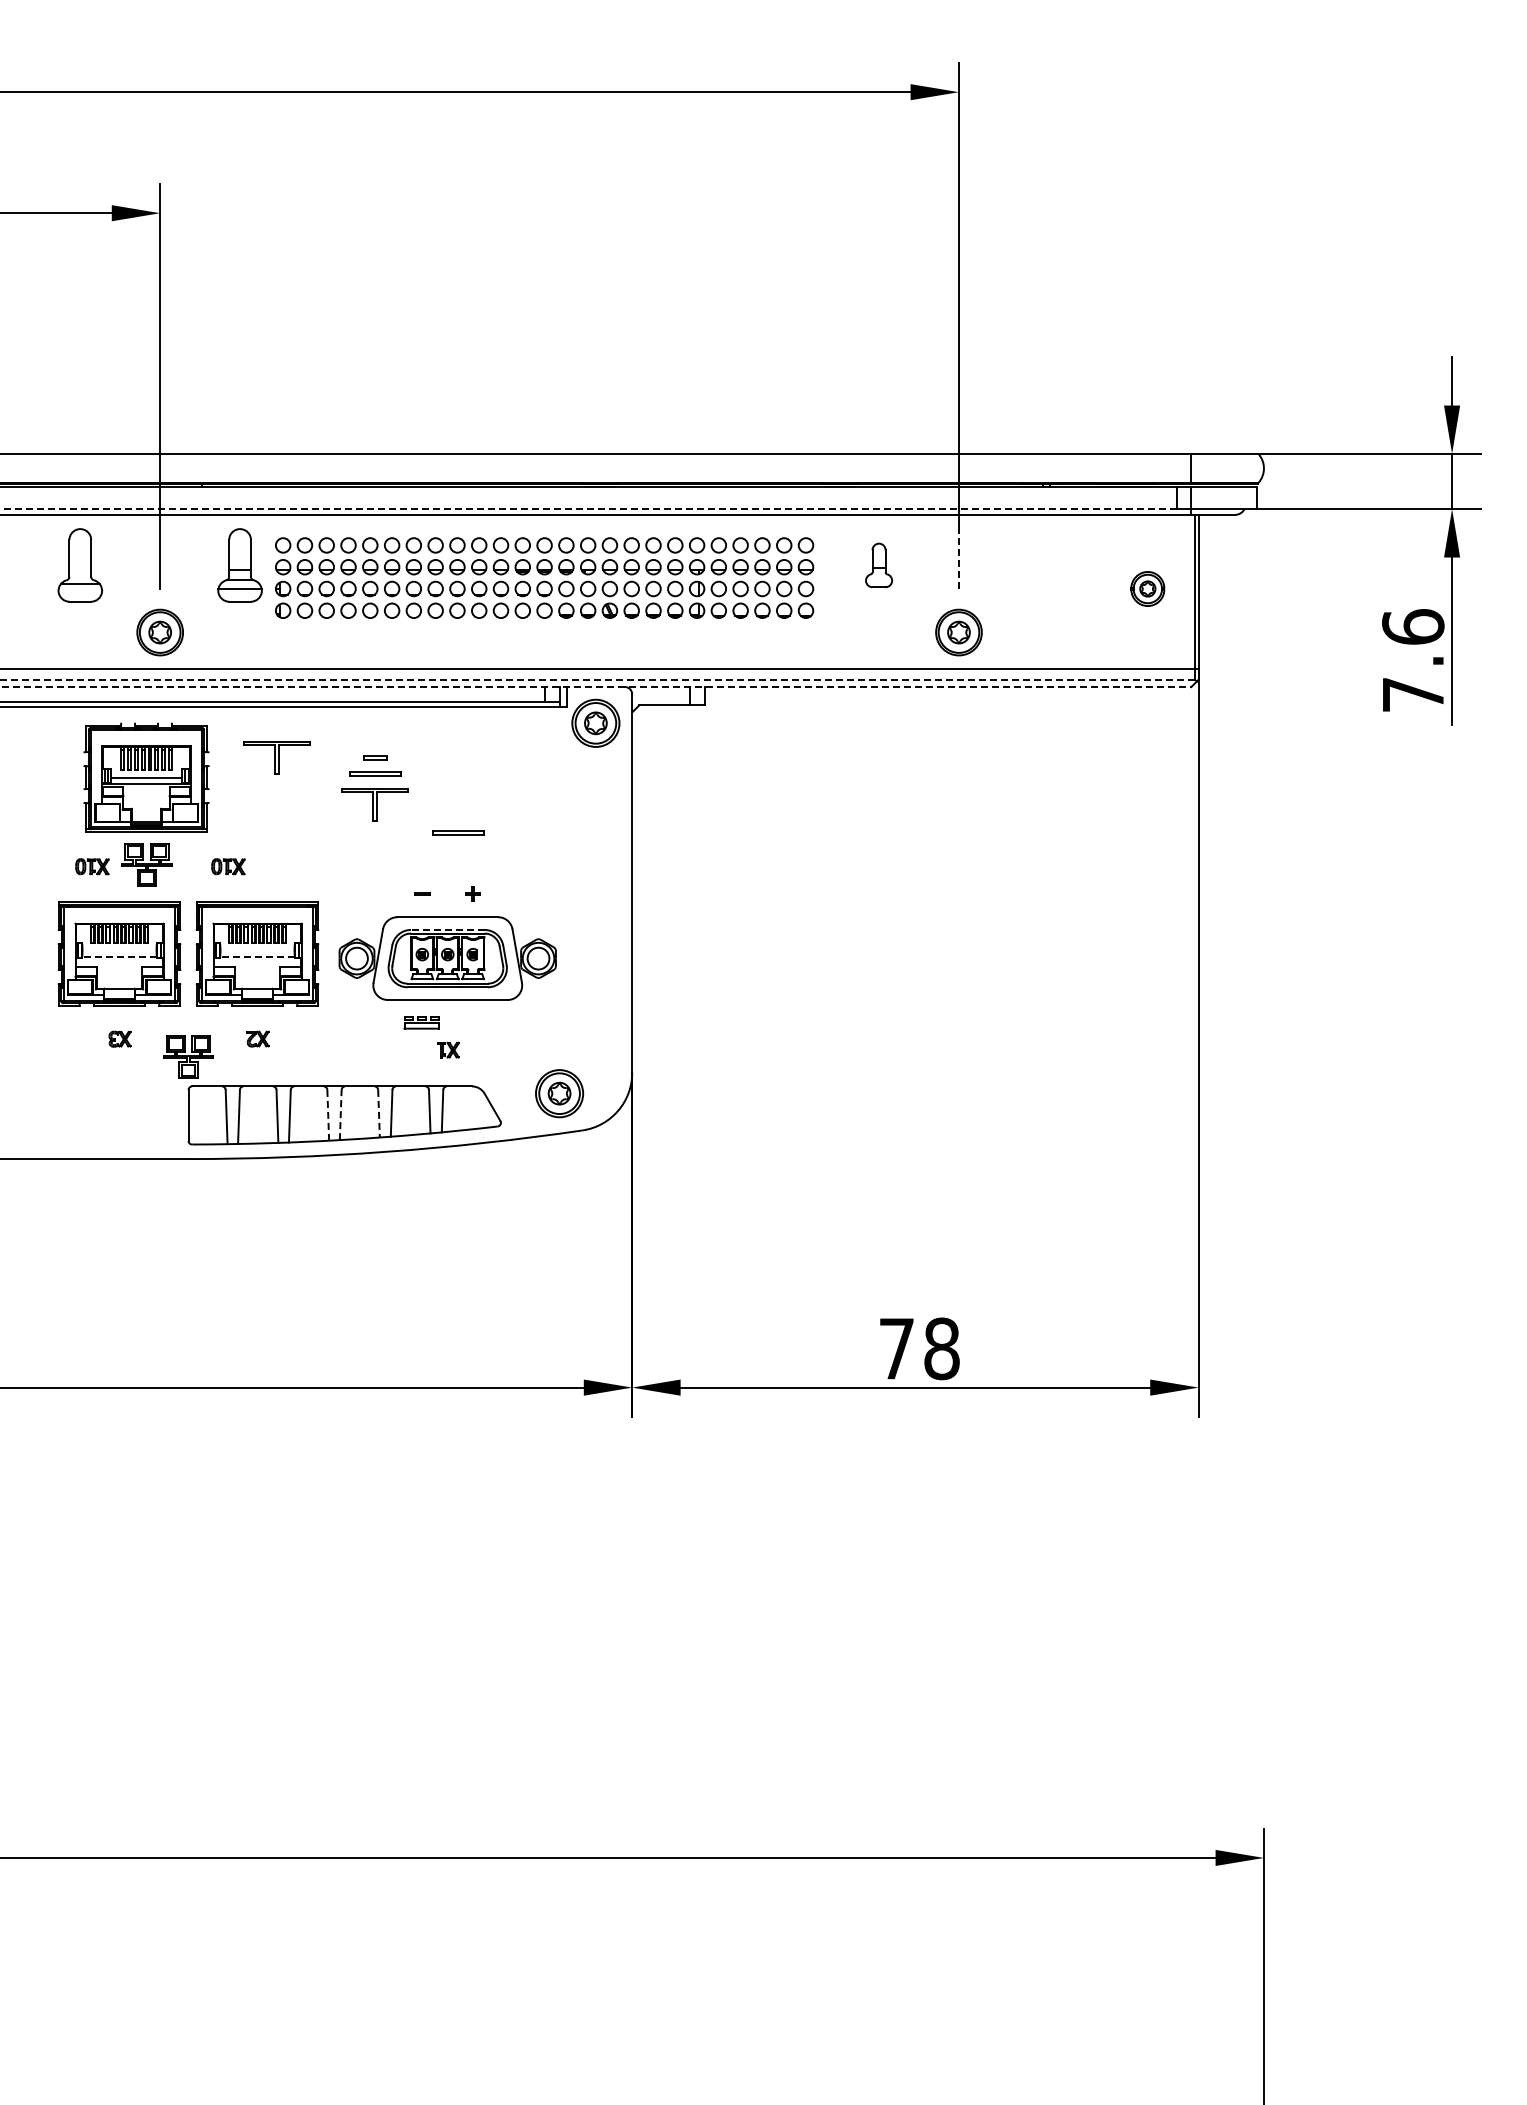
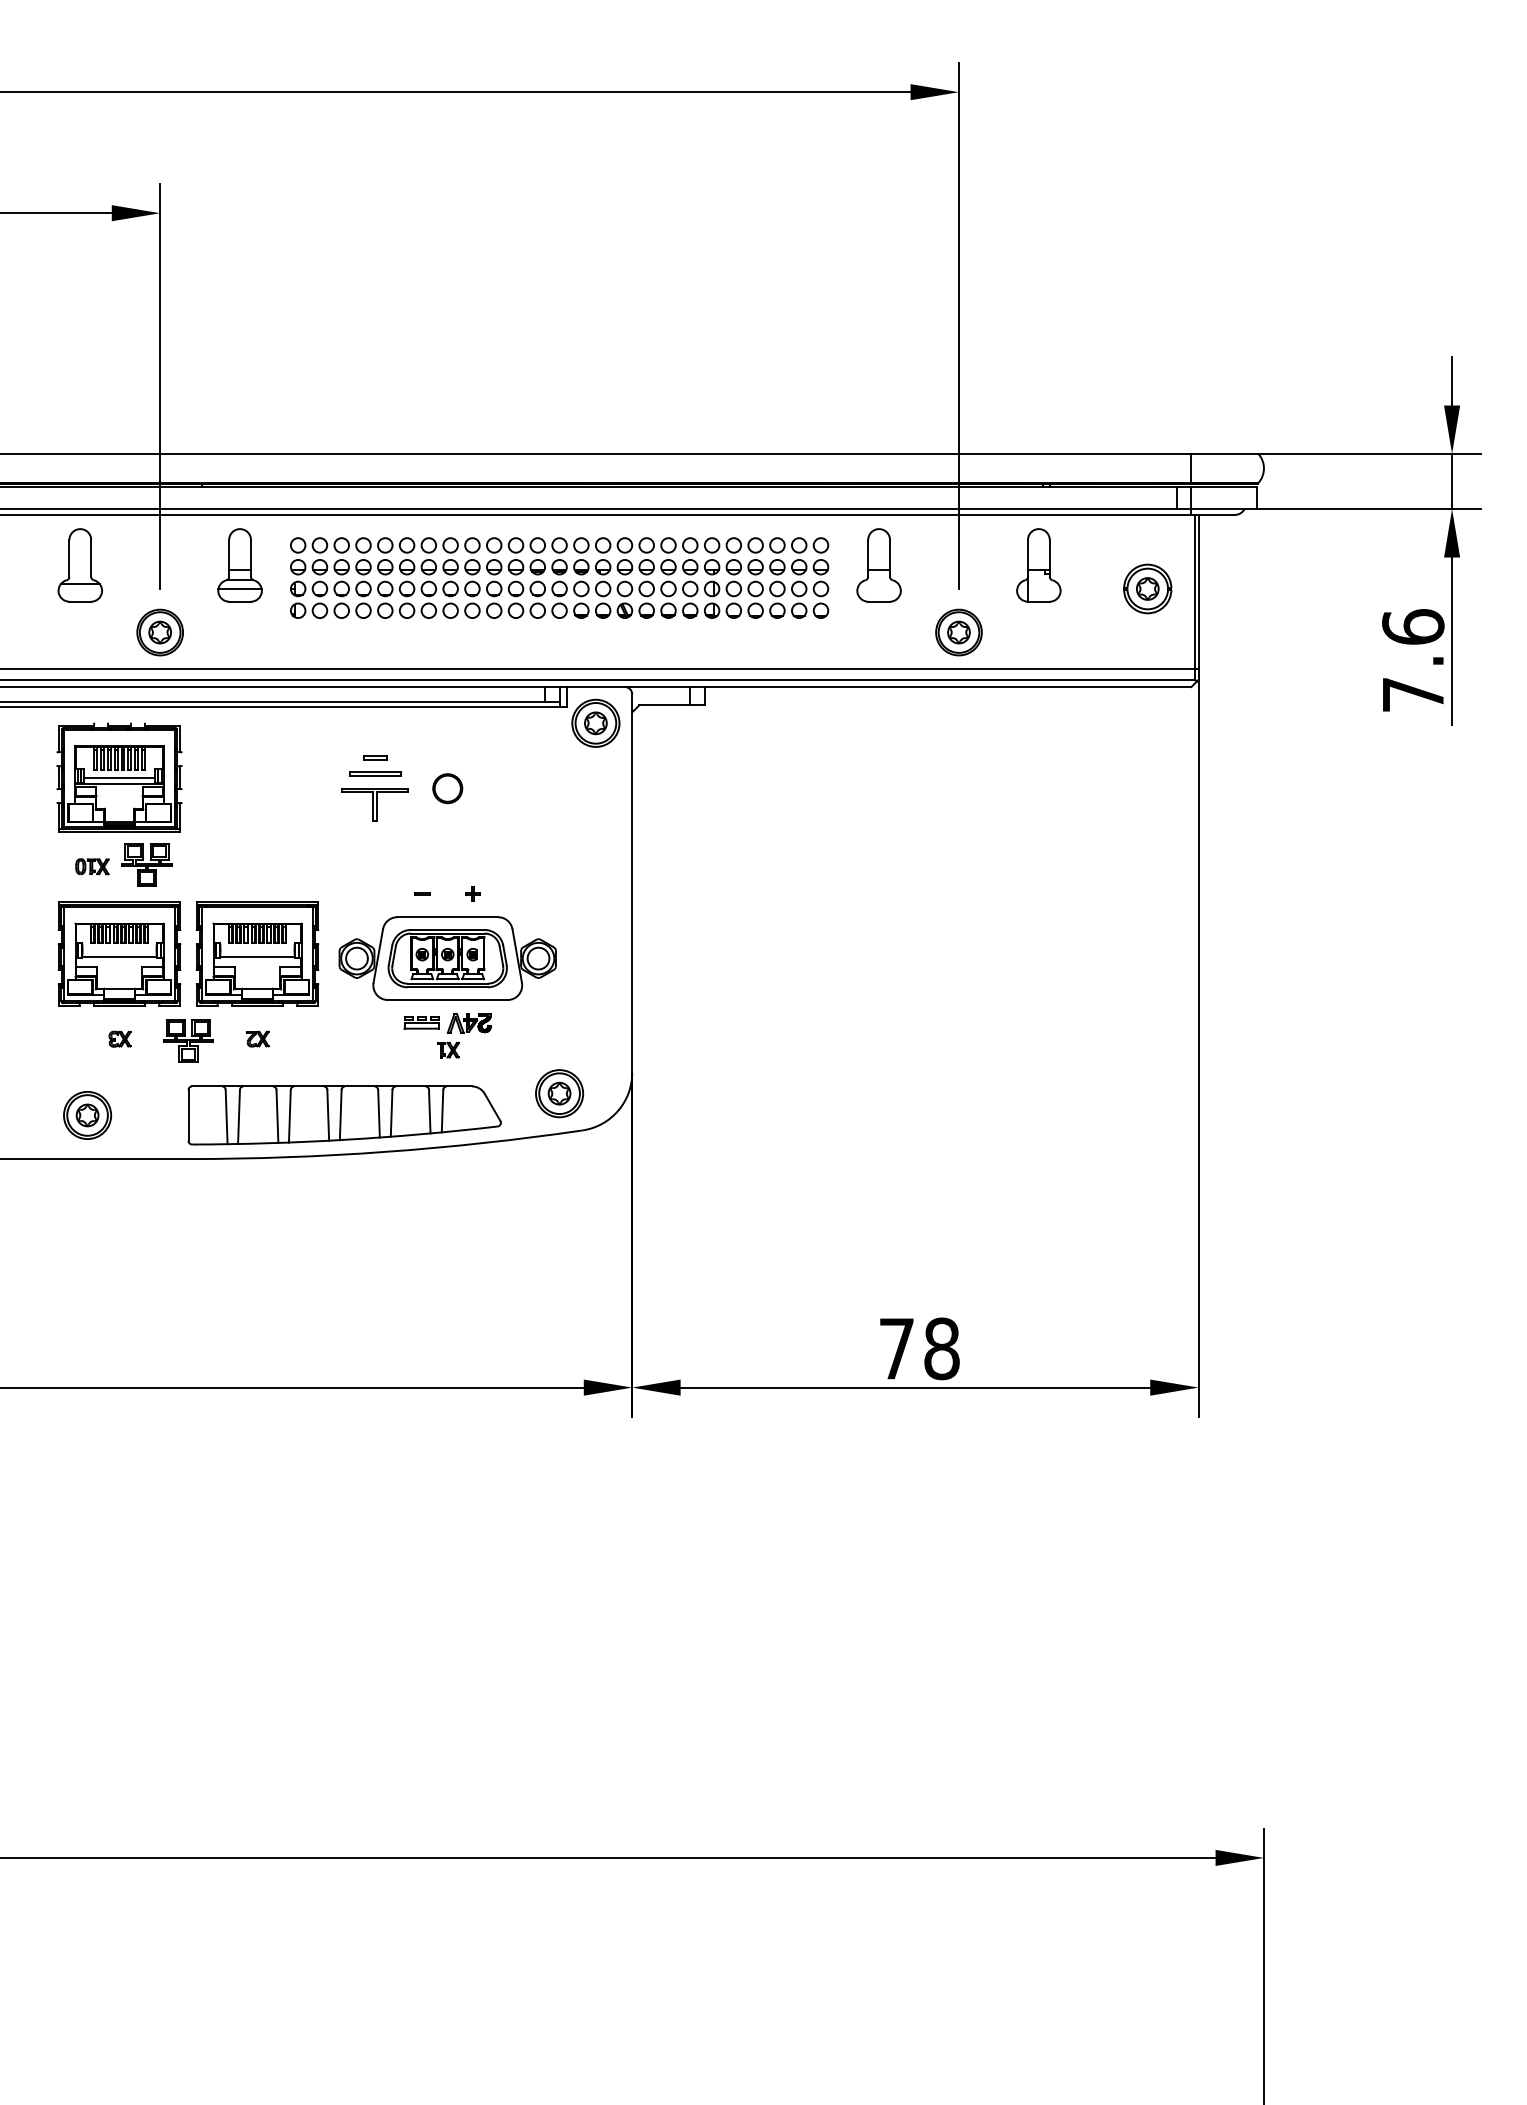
line at (588, 509): dashed -> solid
line at (958, 557): dashed -> solid
part at (878, 565) size: 28x47 px -> 46x75 px
part at (1038, 565): none -> present
part at (544, 577) position: (544, 577) -> (559, 577)
part at (1147, 588) size: 36x36 px -> 50x52 px
line at (597, 679): dashed -> solid
line at (596, 687): dashed -> solid
part at (276, 757): present -> none
part at (146, 777) position: (146, 777) -> (119, 777)
part at (447, 788): none -> present
part at (458, 832): present -> none
part at (228, 866): present -> none
line at (447, 929): dashed -> solid
line at (119, 957): dashed -> solid
line at (257, 957): dashed -> solid
part at (469, 1023): none -> present
part at (188, 1056) position: (188, 1056) -> (188, 1040)
line at (379, 1113): dashed -> solid
line at (340, 1114): dashed -> solid
part at (87, 1115): none -> present
line at (328, 1115): dashed -> solid
